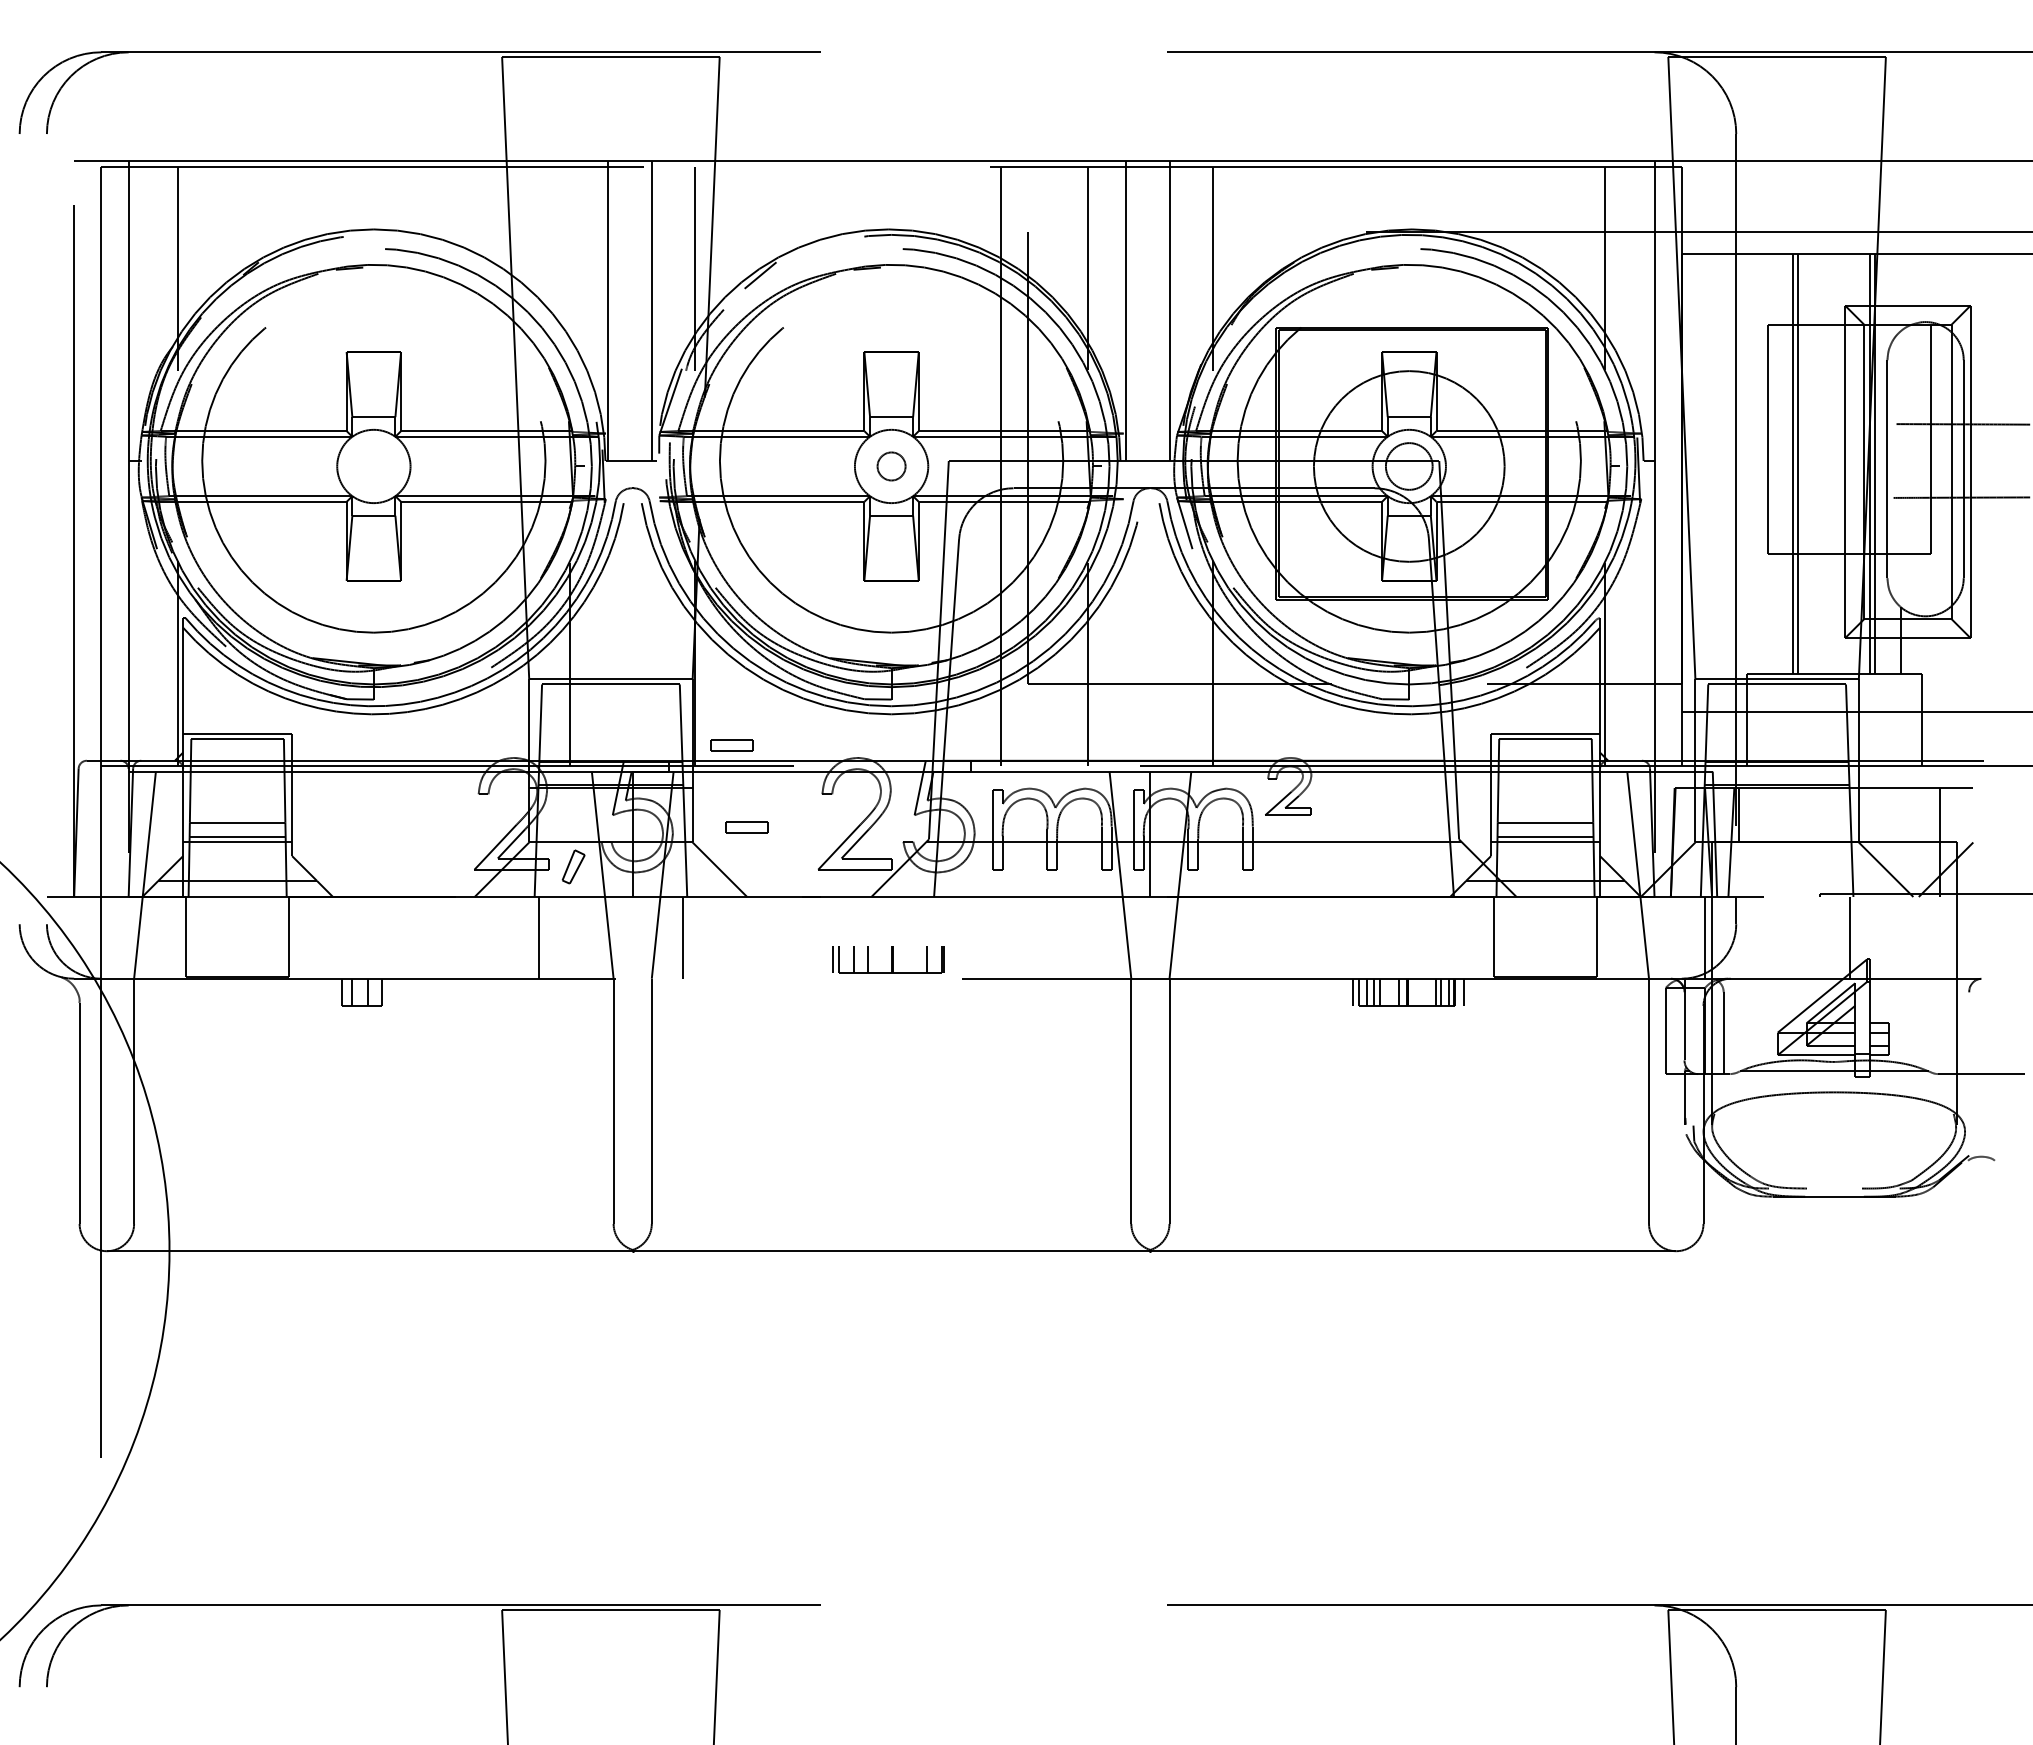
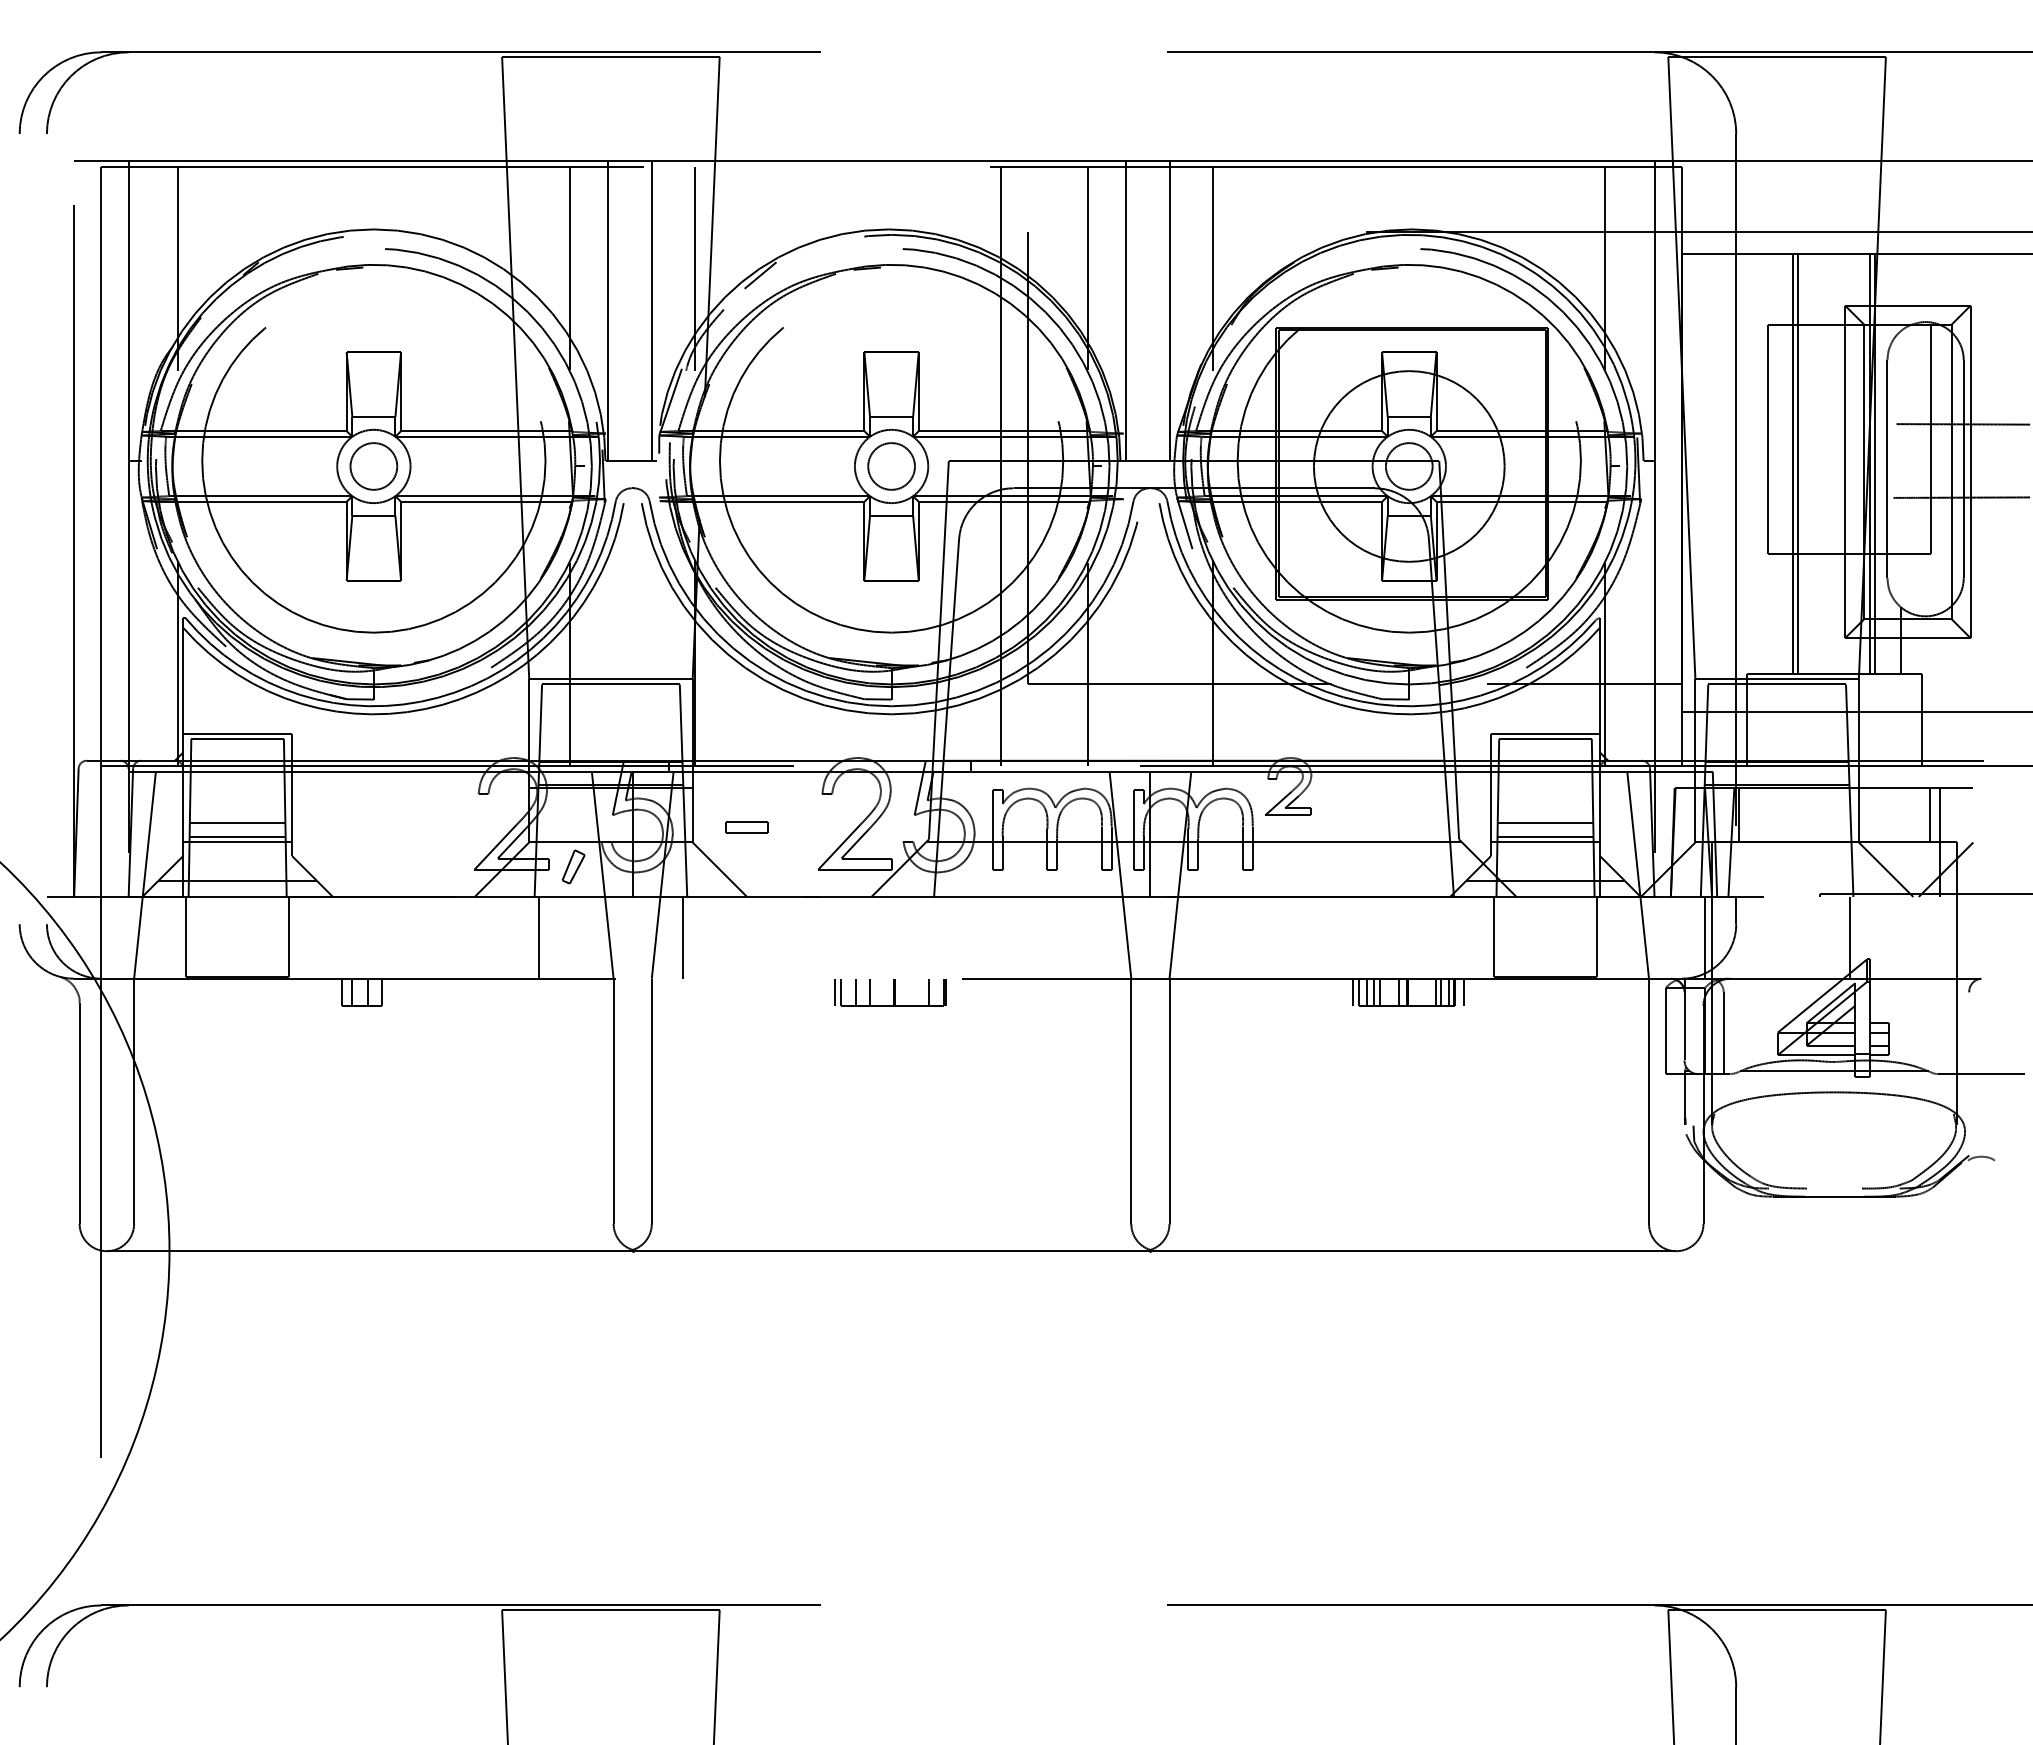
line at (570, 267): none -> present
circle at (373, 466): none -> present
circle at (891, 466) diameter: 28 px -> 47 px
part at (731, 745): present -> none
line at (1929, 815): none -> present
part at (888, 959) position: (888, 959) -> (890, 992)
